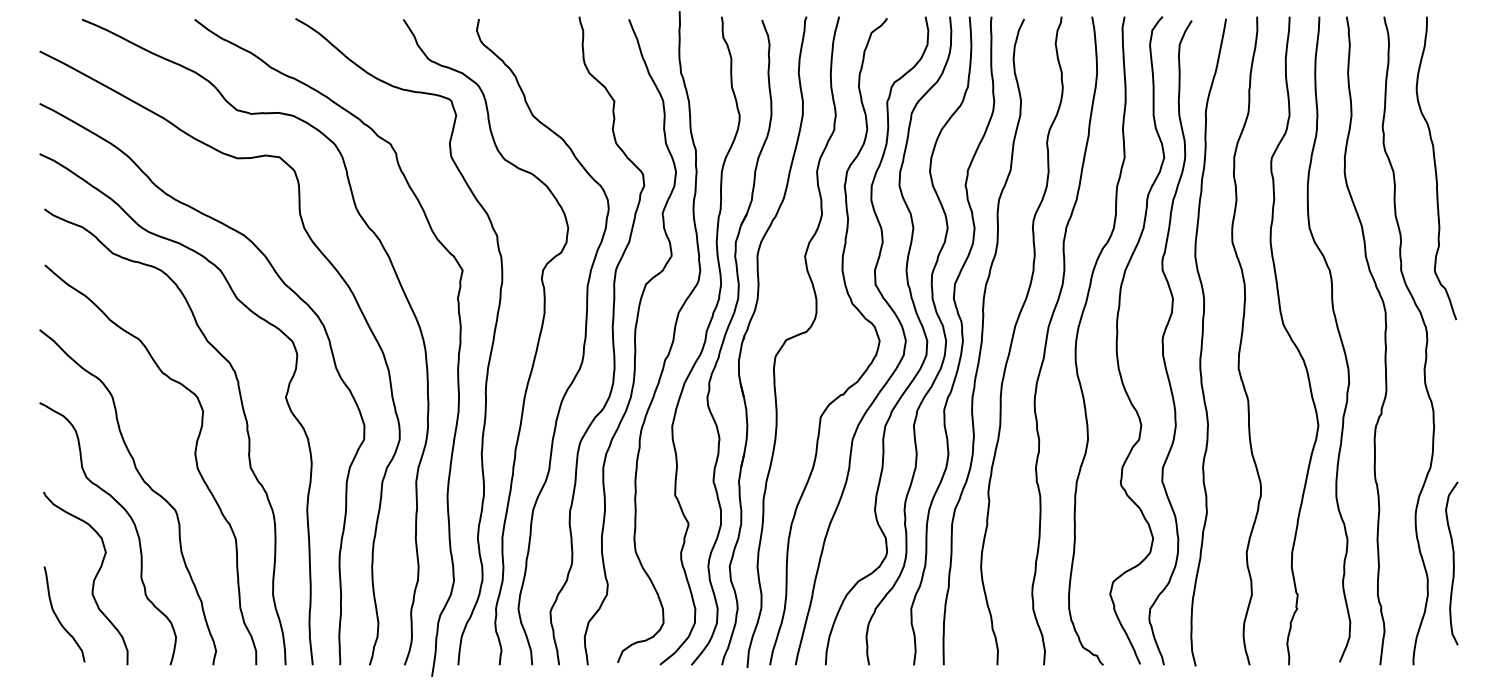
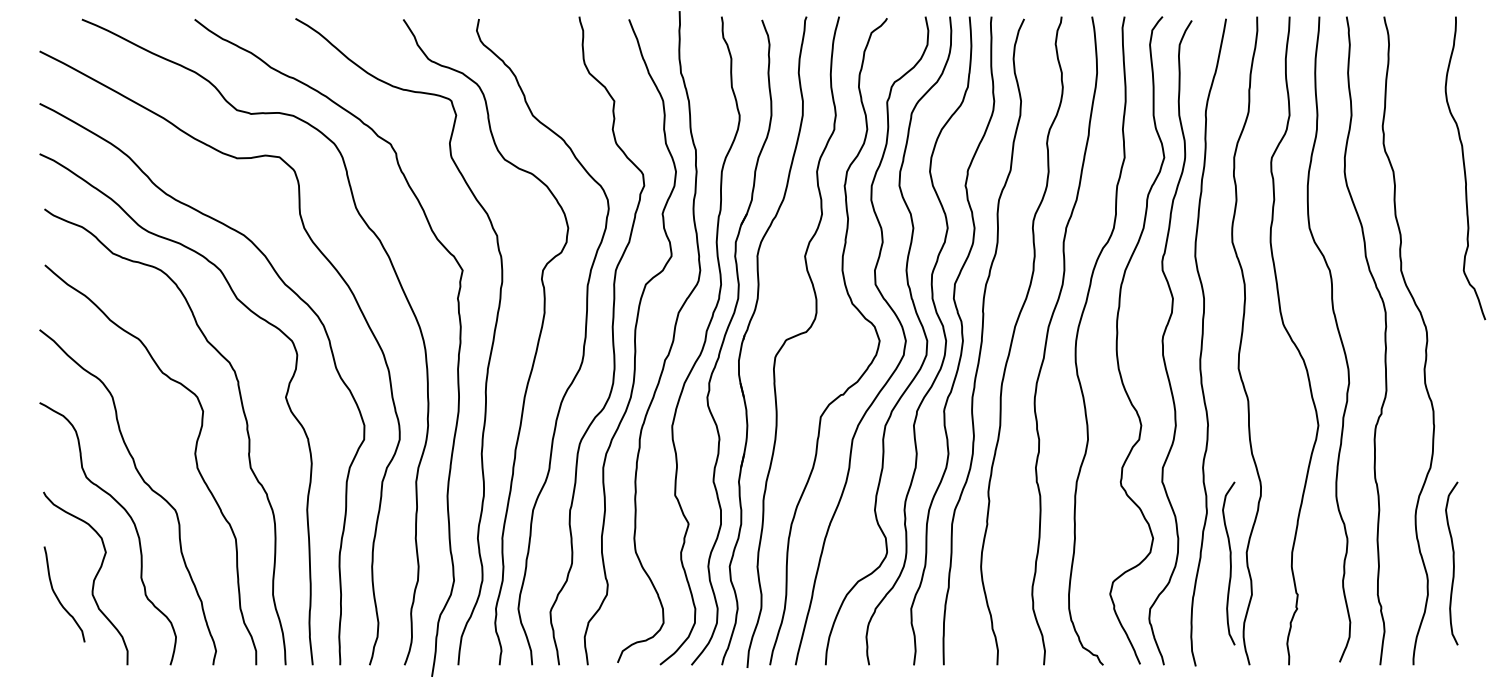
curve at (1436, 168) position: (1436, 168) -> (1465, 168)
curve at (1229, 562): none -> present
curve at (58, 617) position: (58, 617) -> (58, 597)
